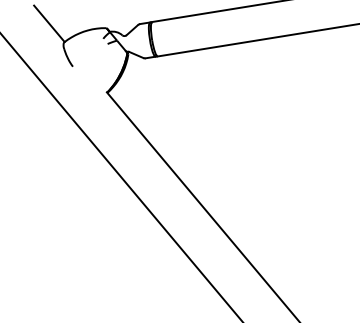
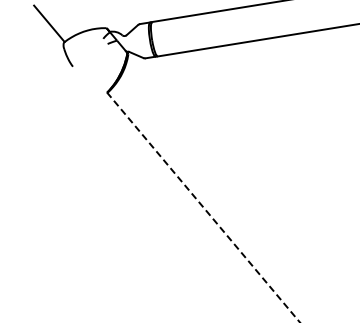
line at (121, 177): present -> none
line at (203, 207): solid -> dashed
